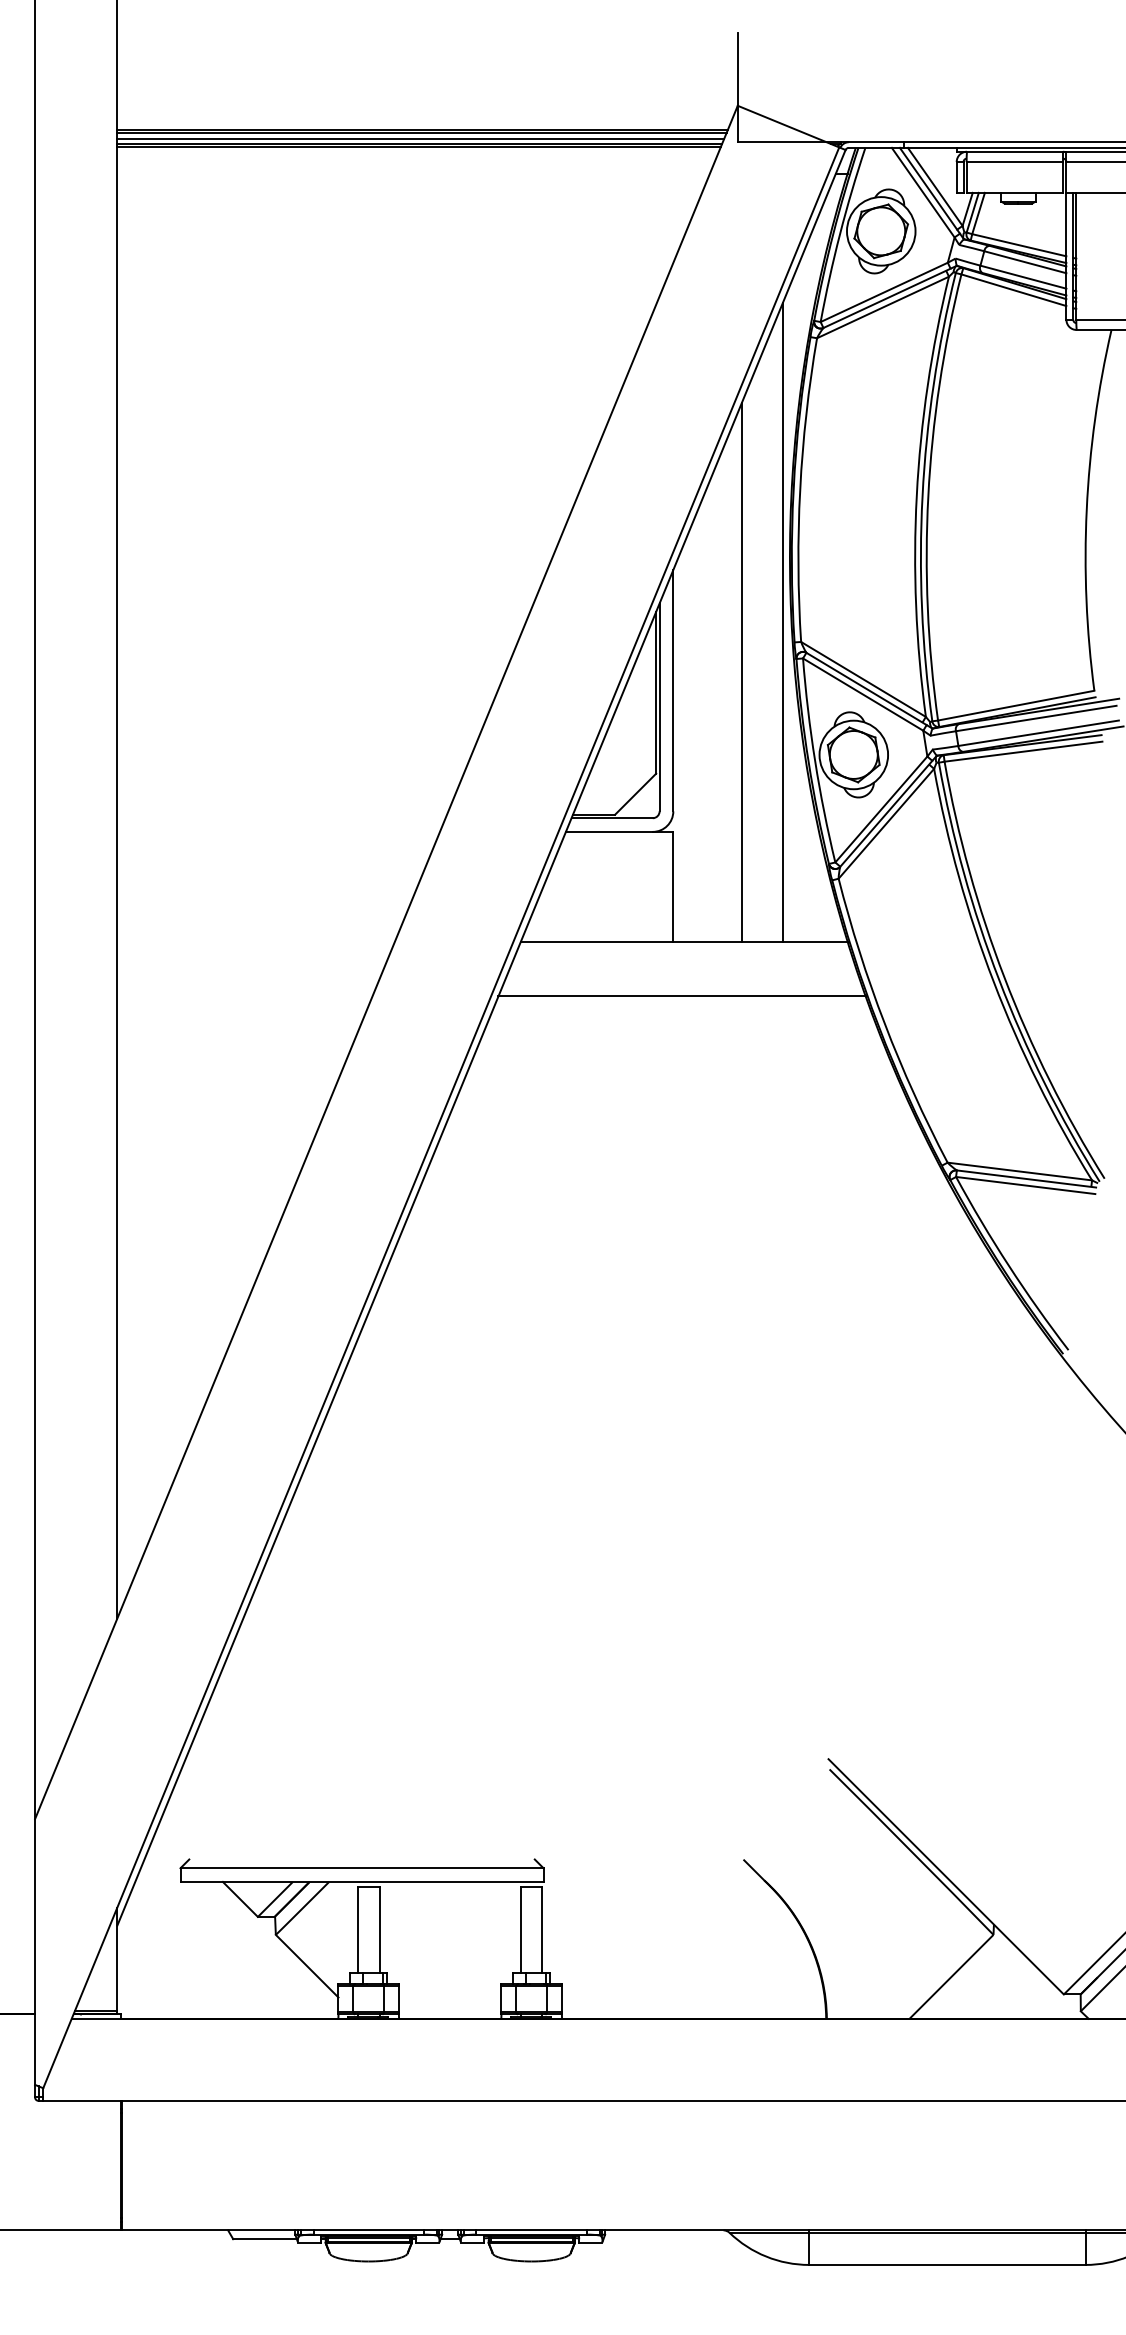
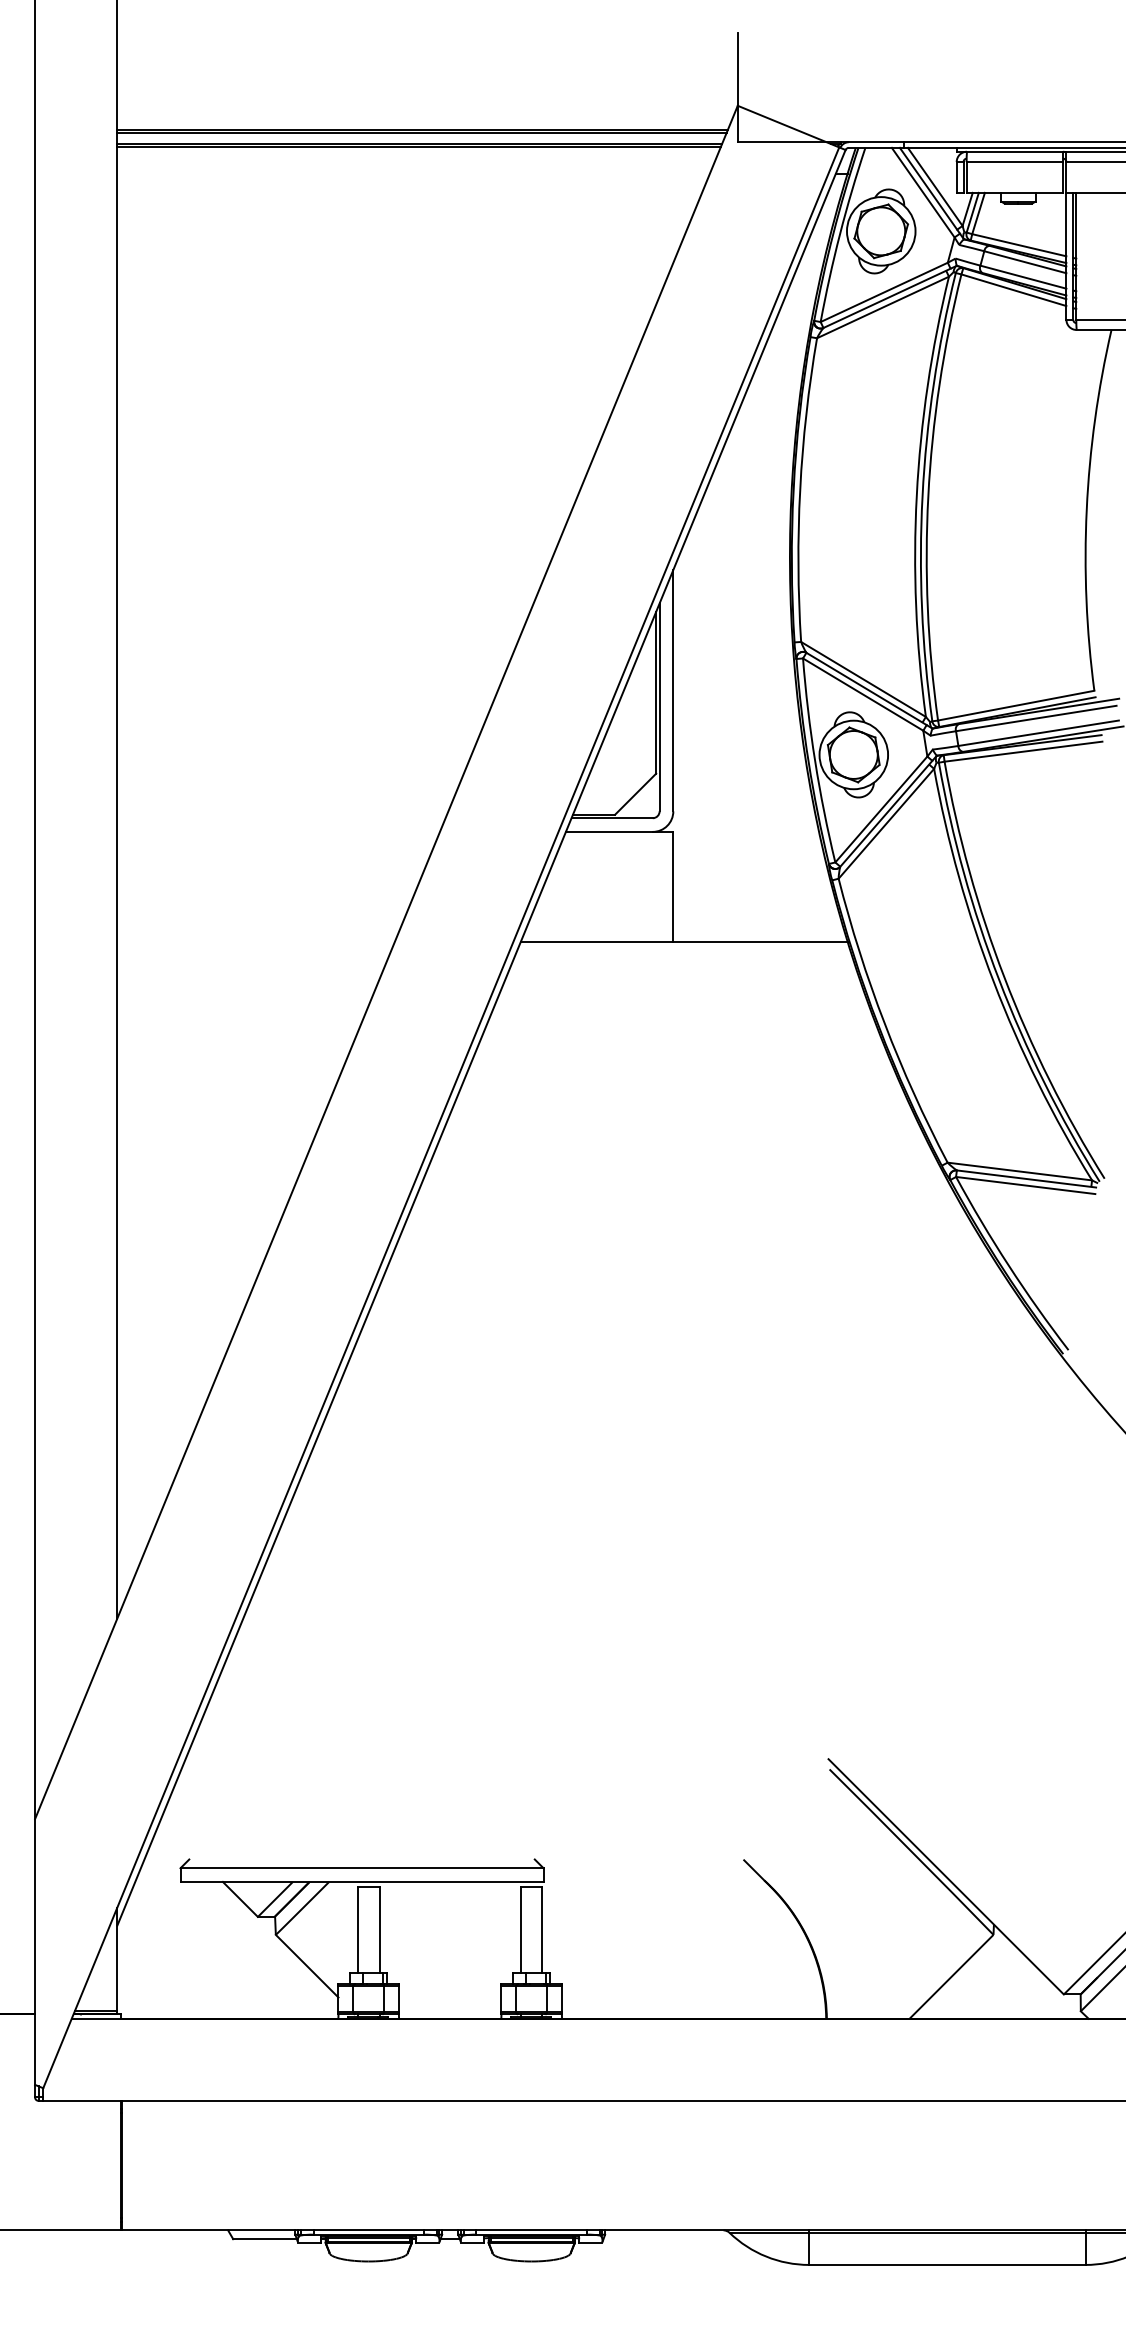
line at (420, 138): present -> none
line at (783, 621): present -> none
line at (741, 671): present -> none
line at (681, 996): present -> none
